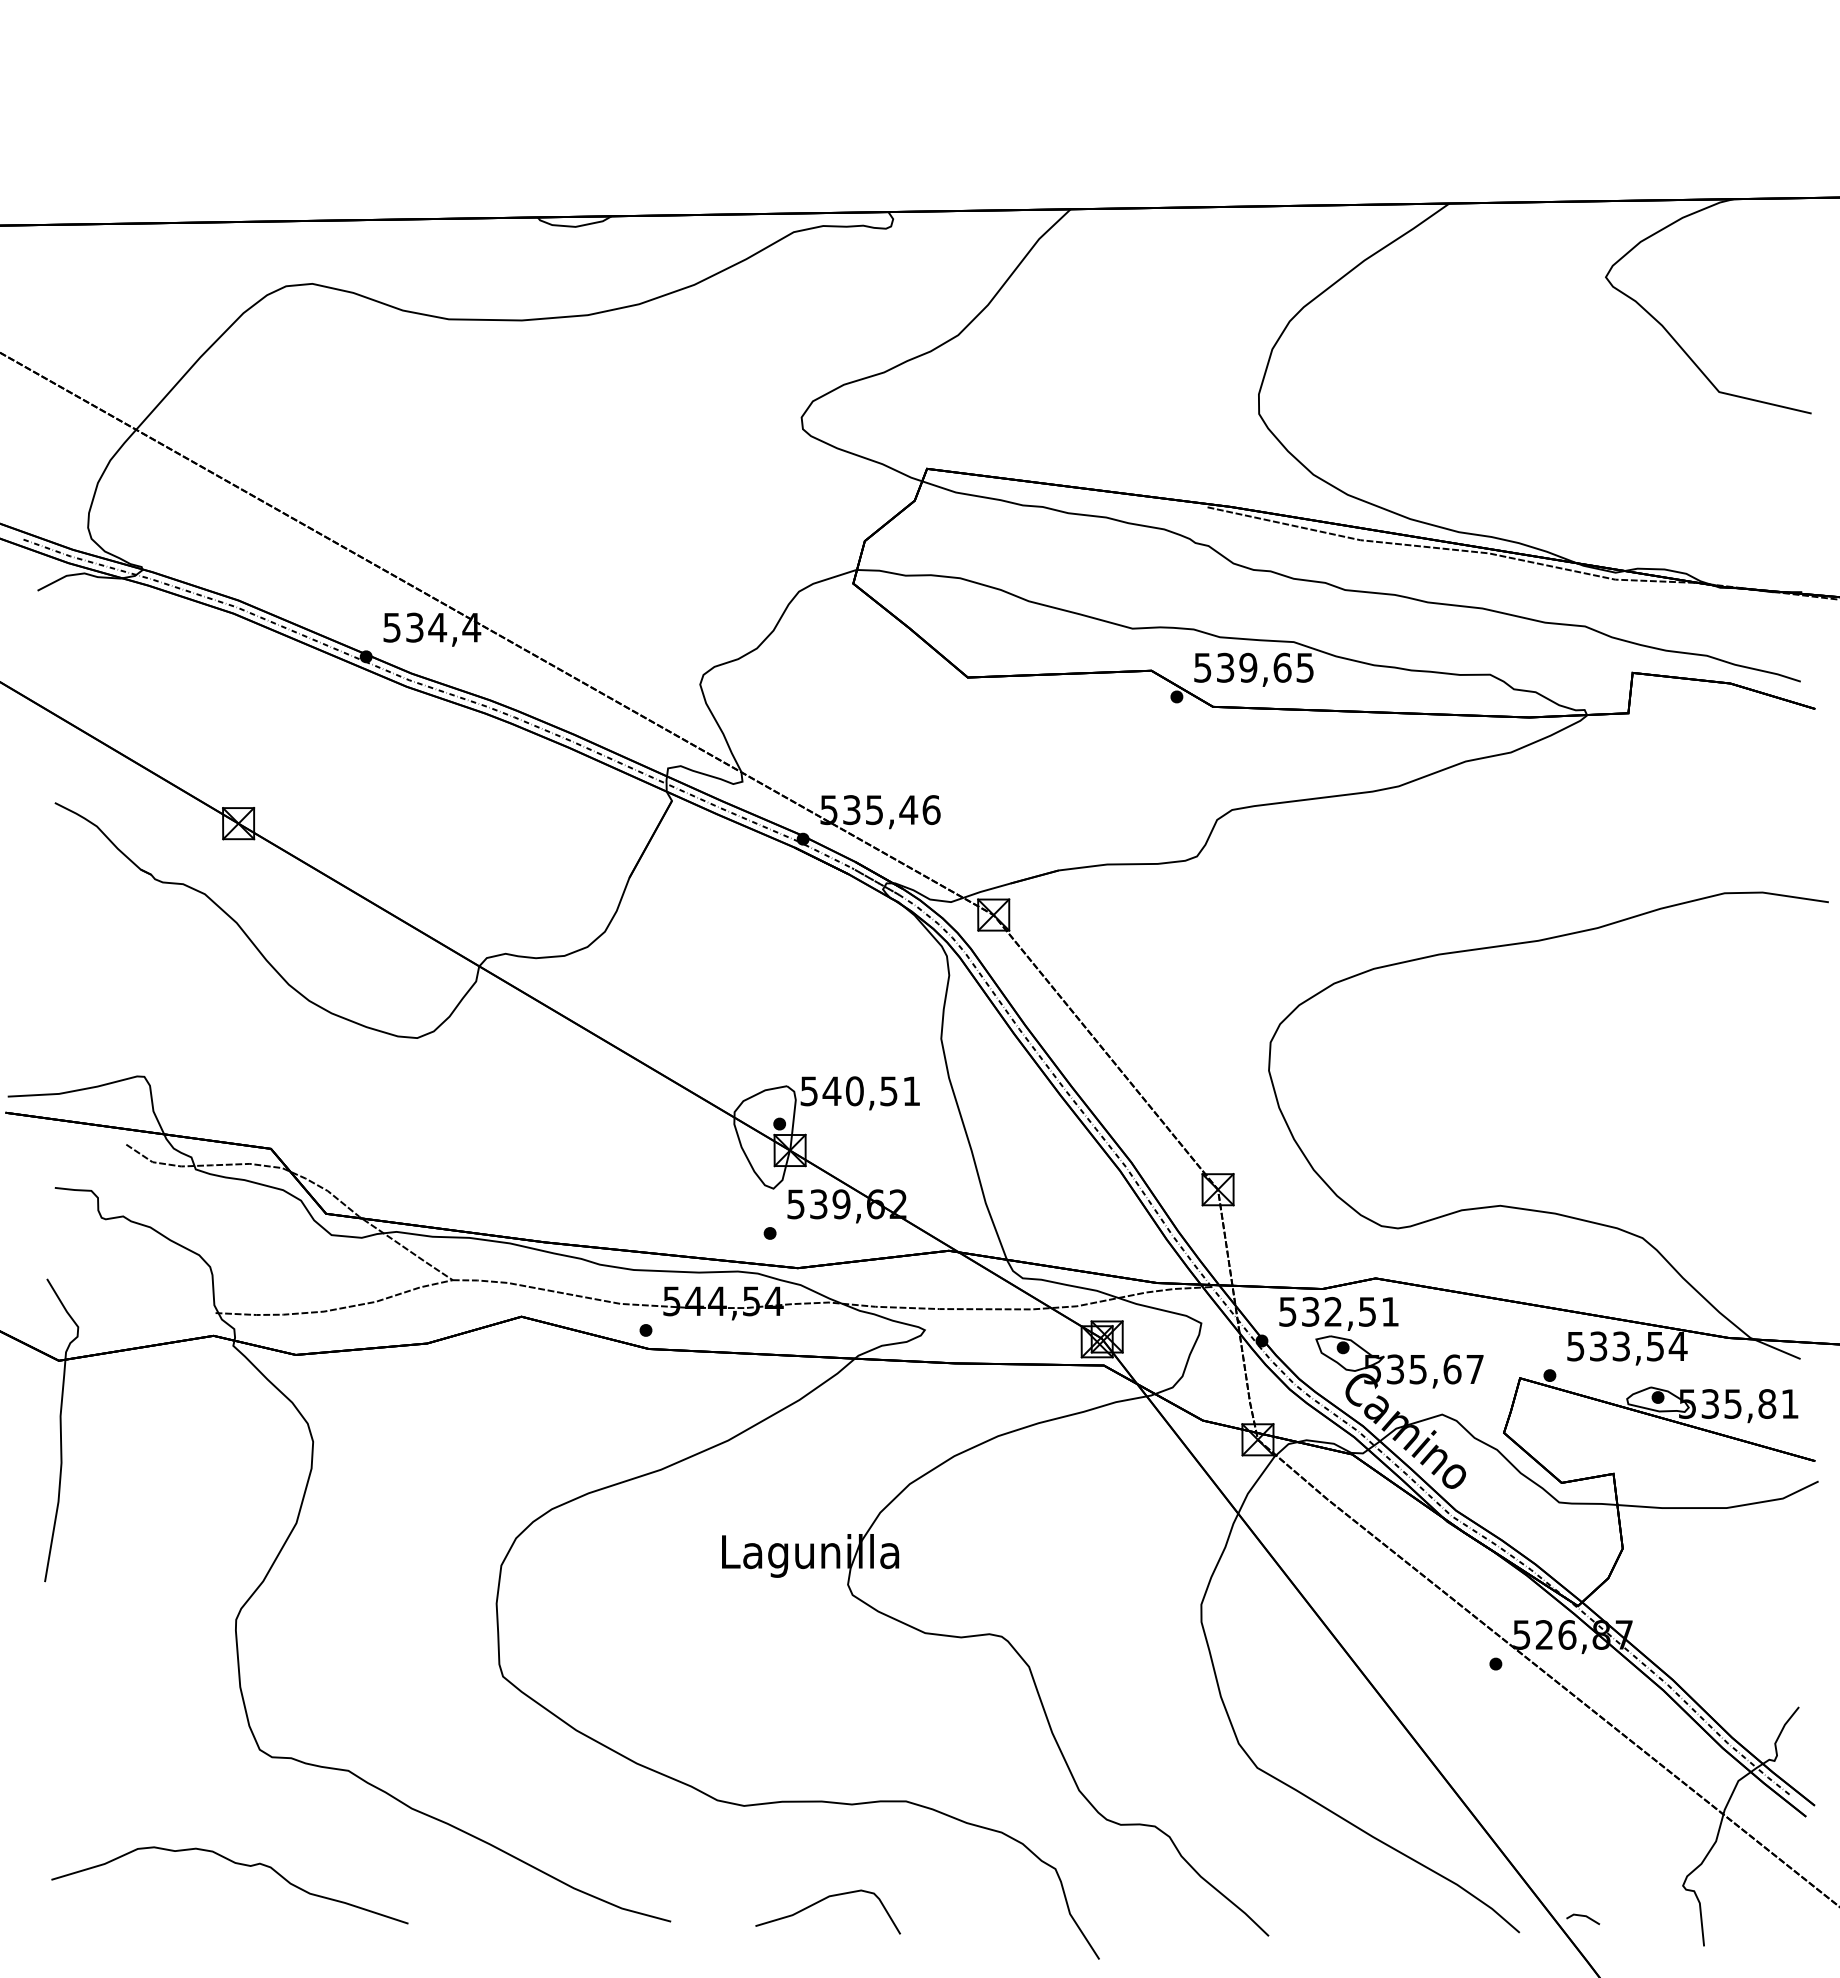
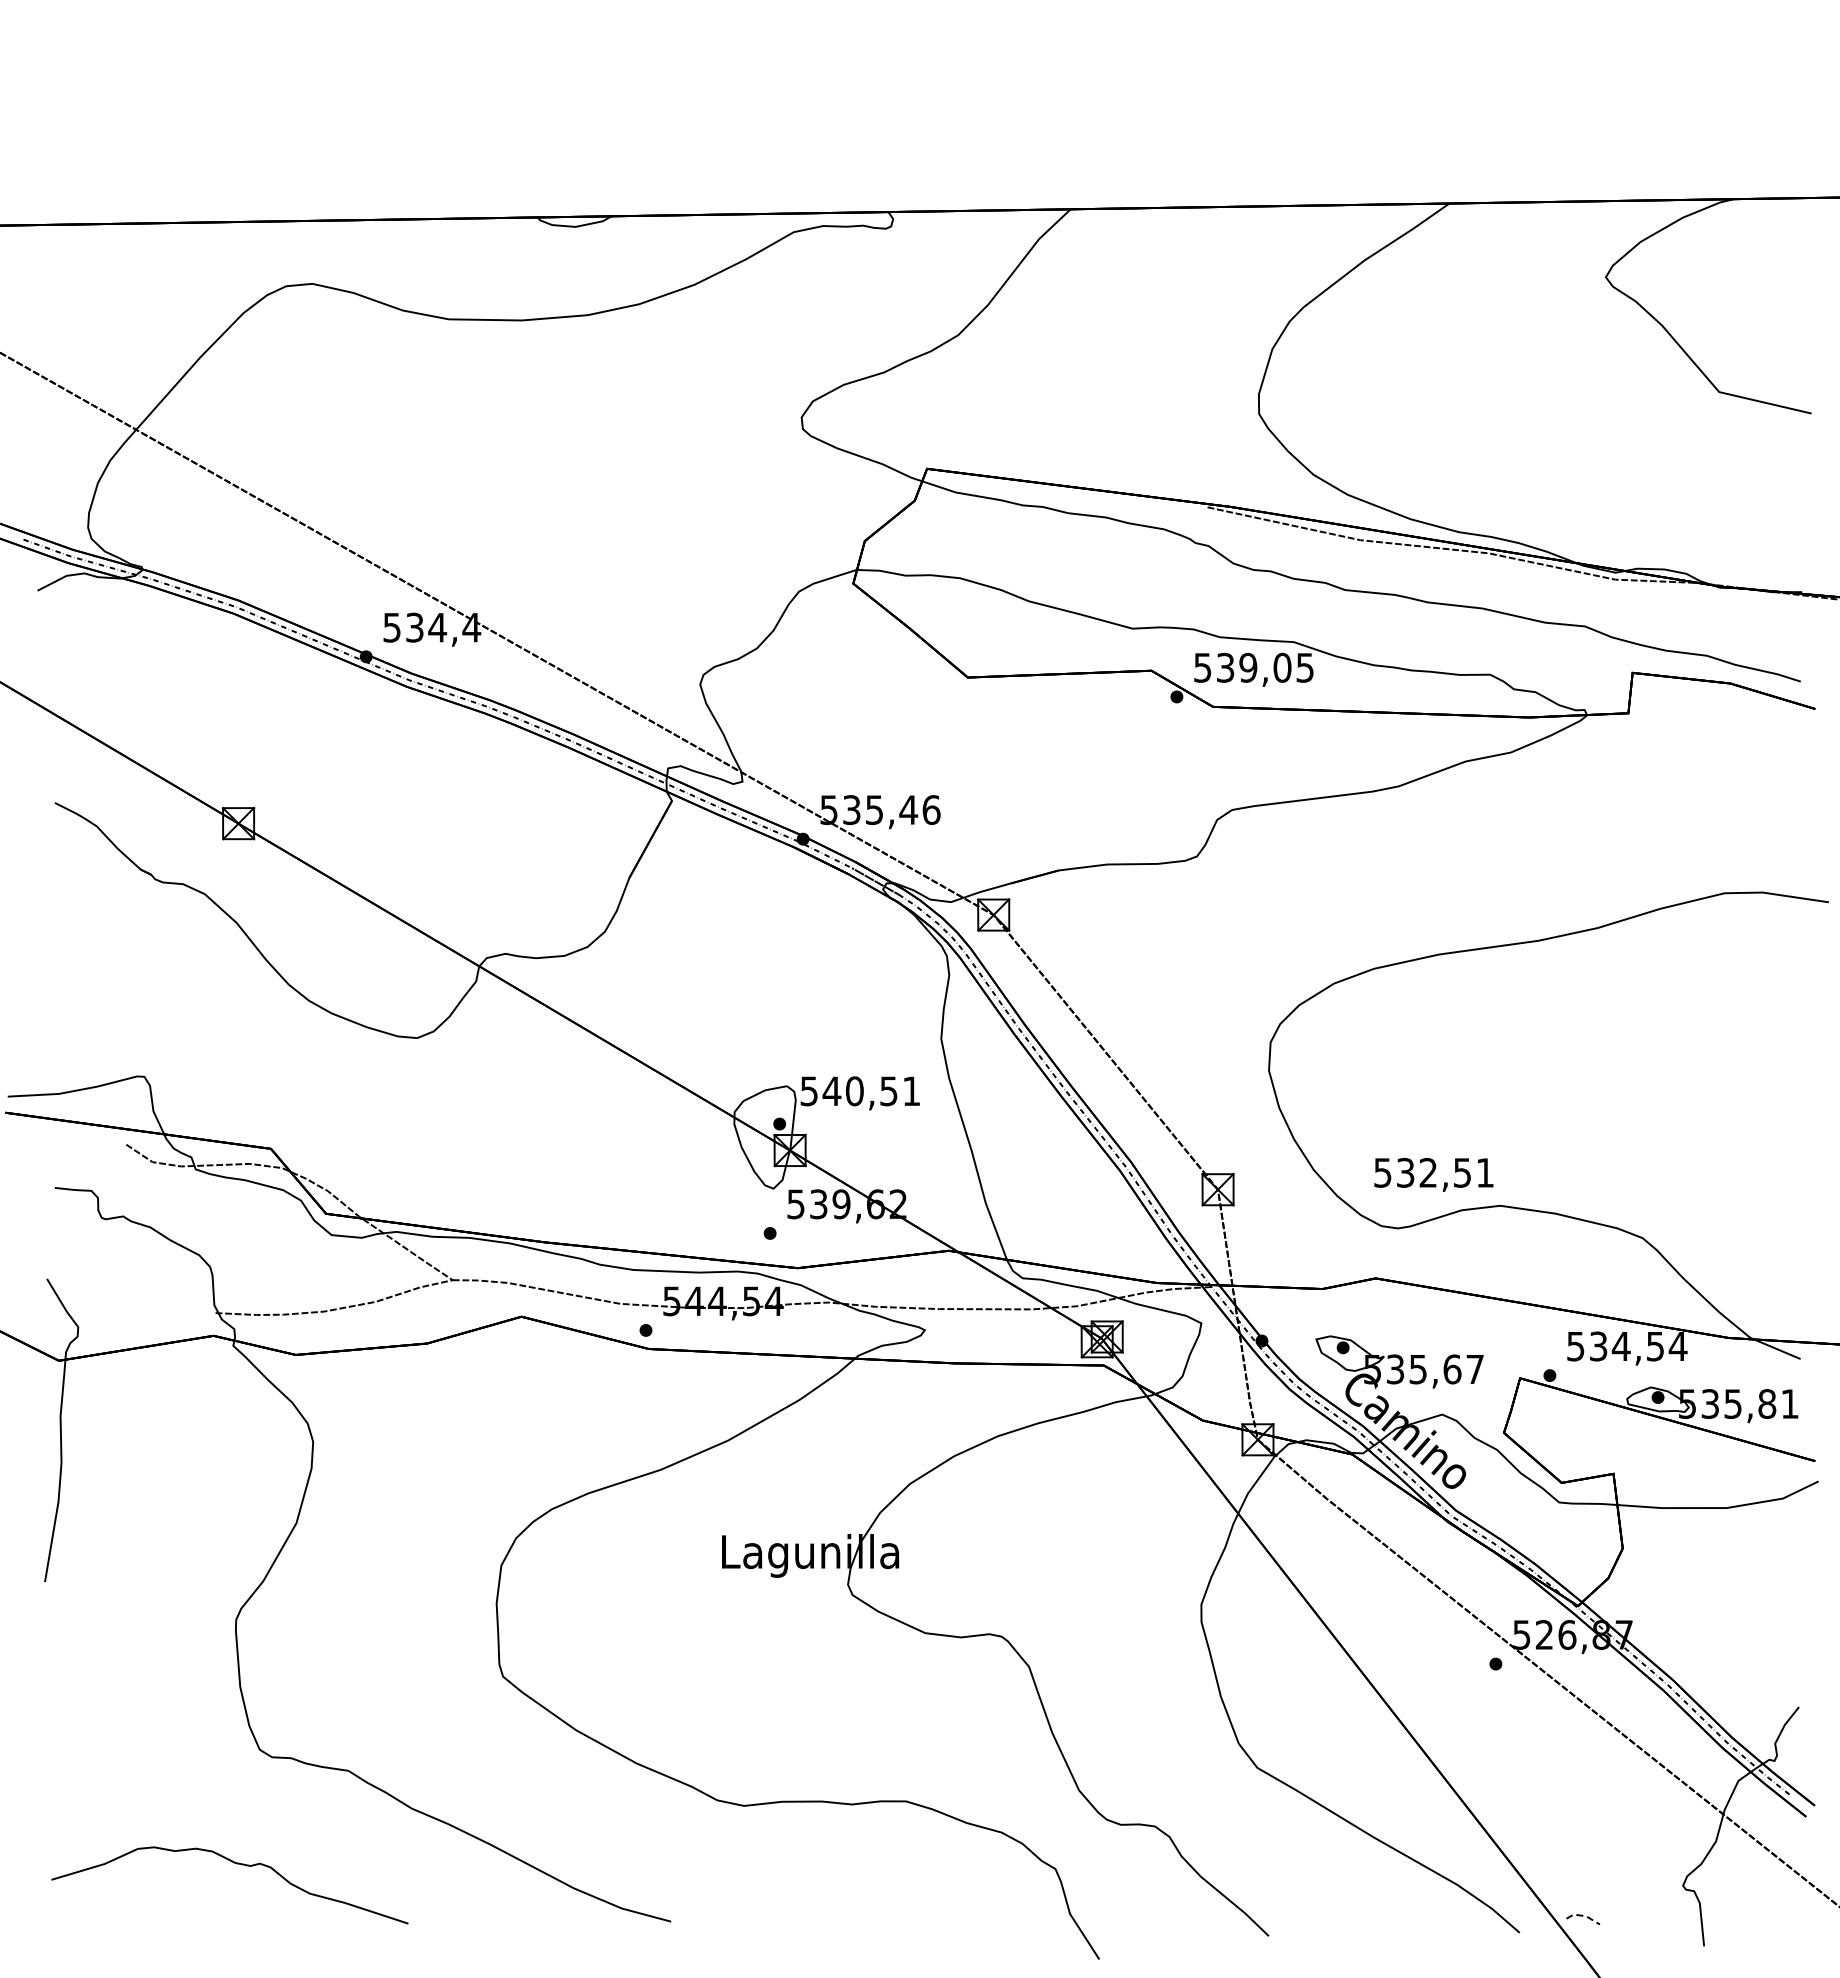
text at (1282, 667): 539,65 -> 539,05
text at (1338, 1313) position: (1338, 1313) -> (1433, 1174)
text at (1620, 1346): 533,54 -> 534,54
curve at (821, 1901): present -> none
line at (1583, 1915): solid -> dashed
